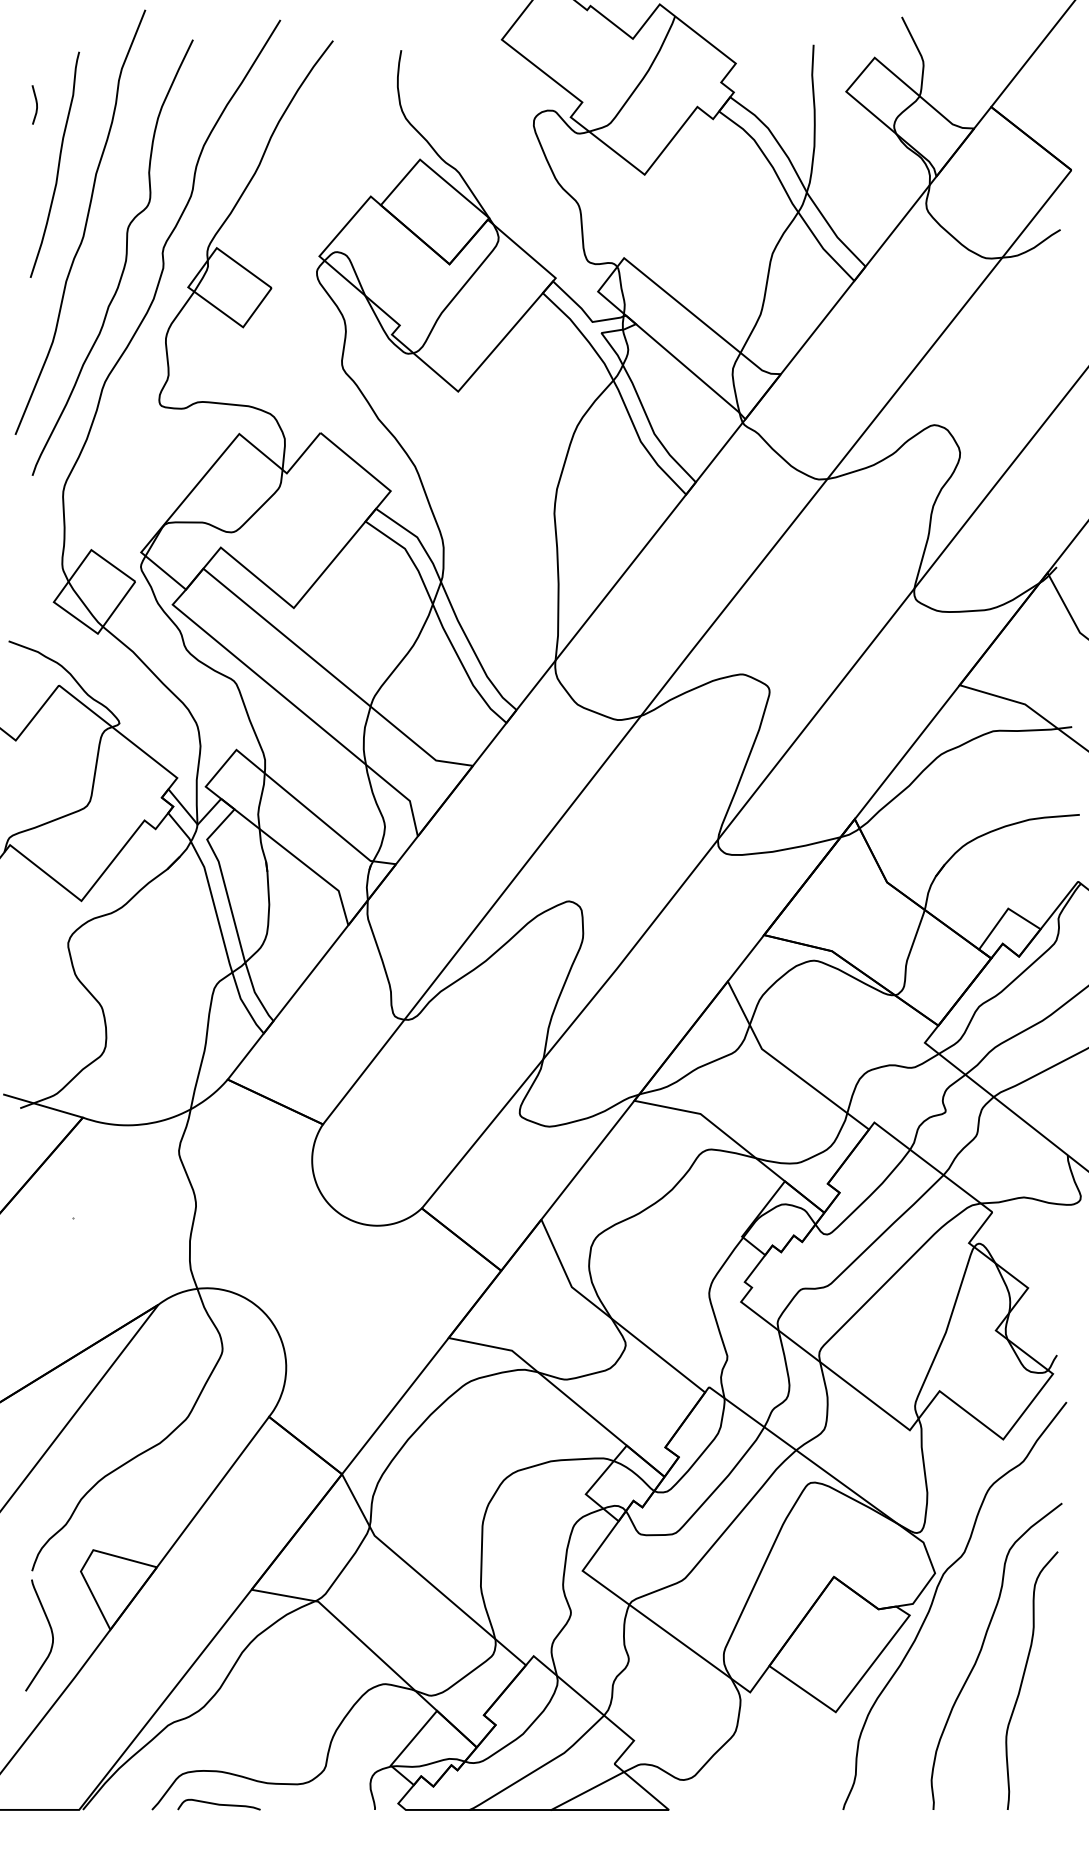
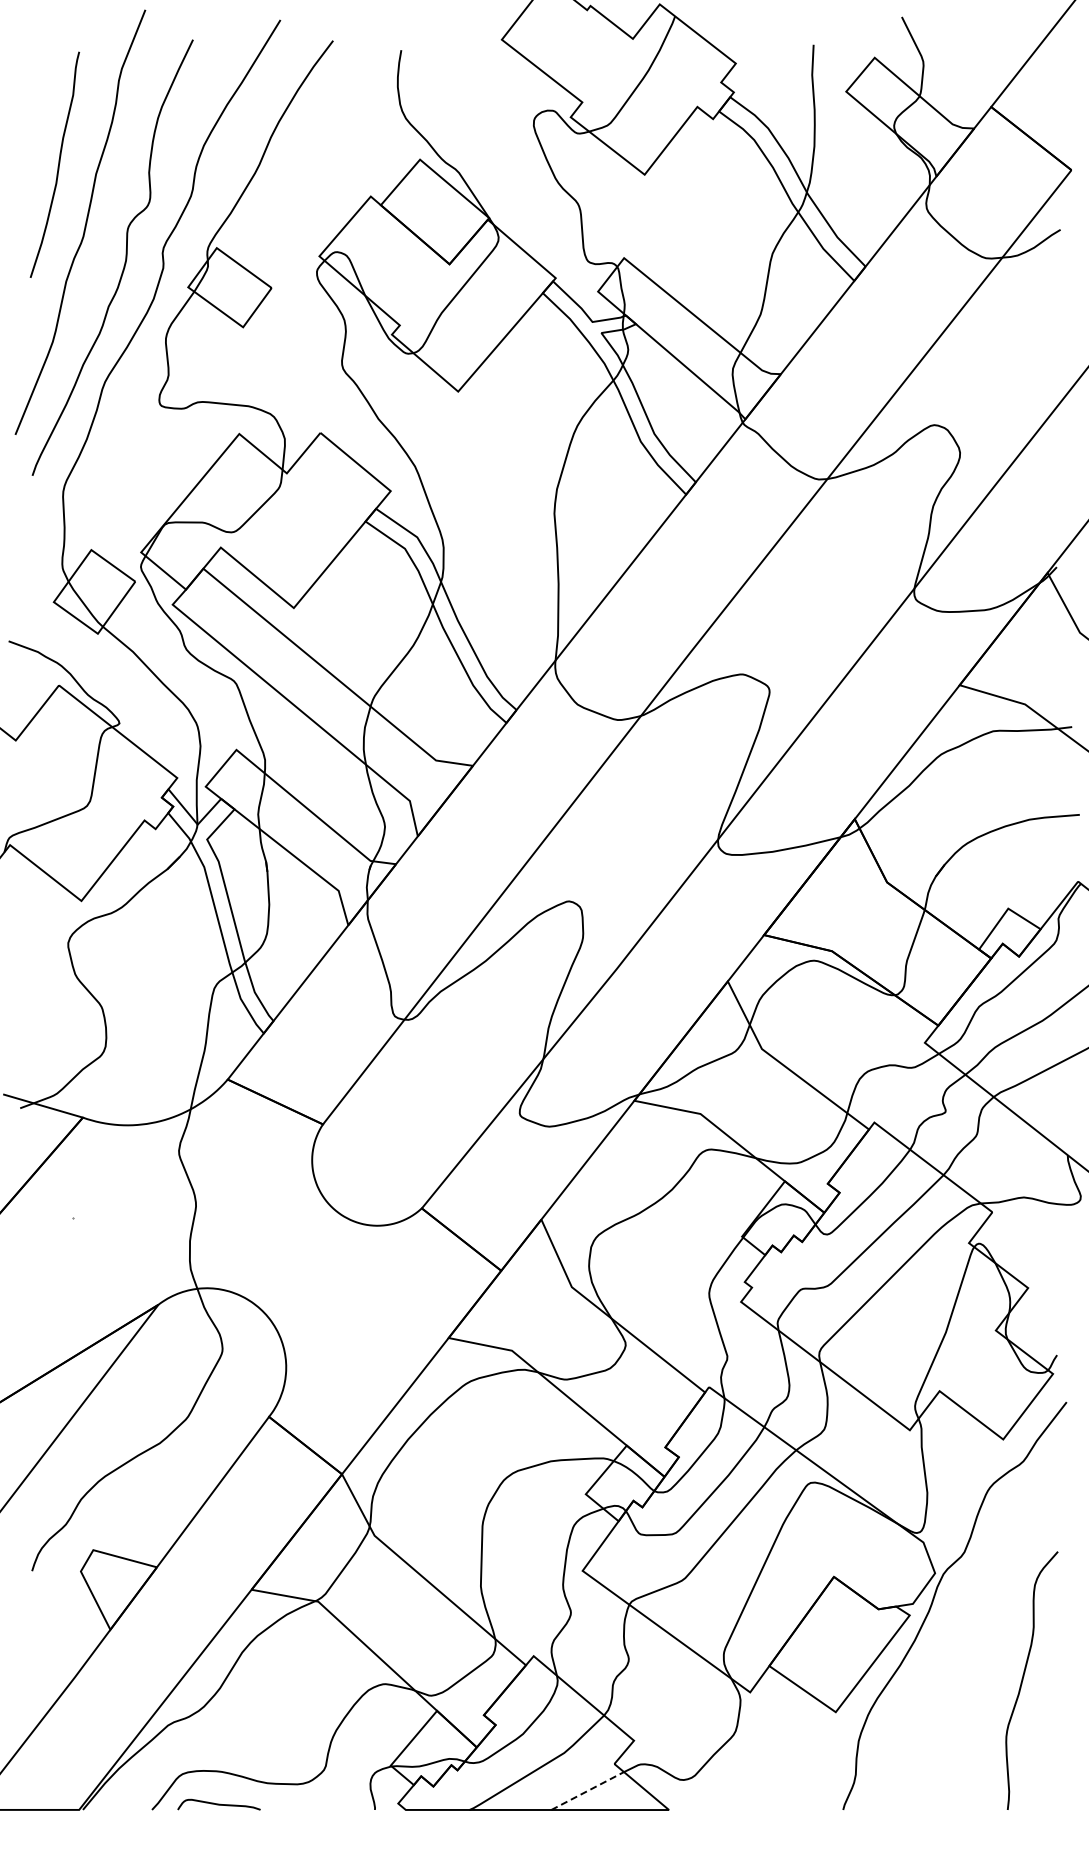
curve at (36, 104): present -> none
curve at (51, 1635): present -> none
curve at (982, 1649): present -> none
line at (587, 1791): solid -> dashed
